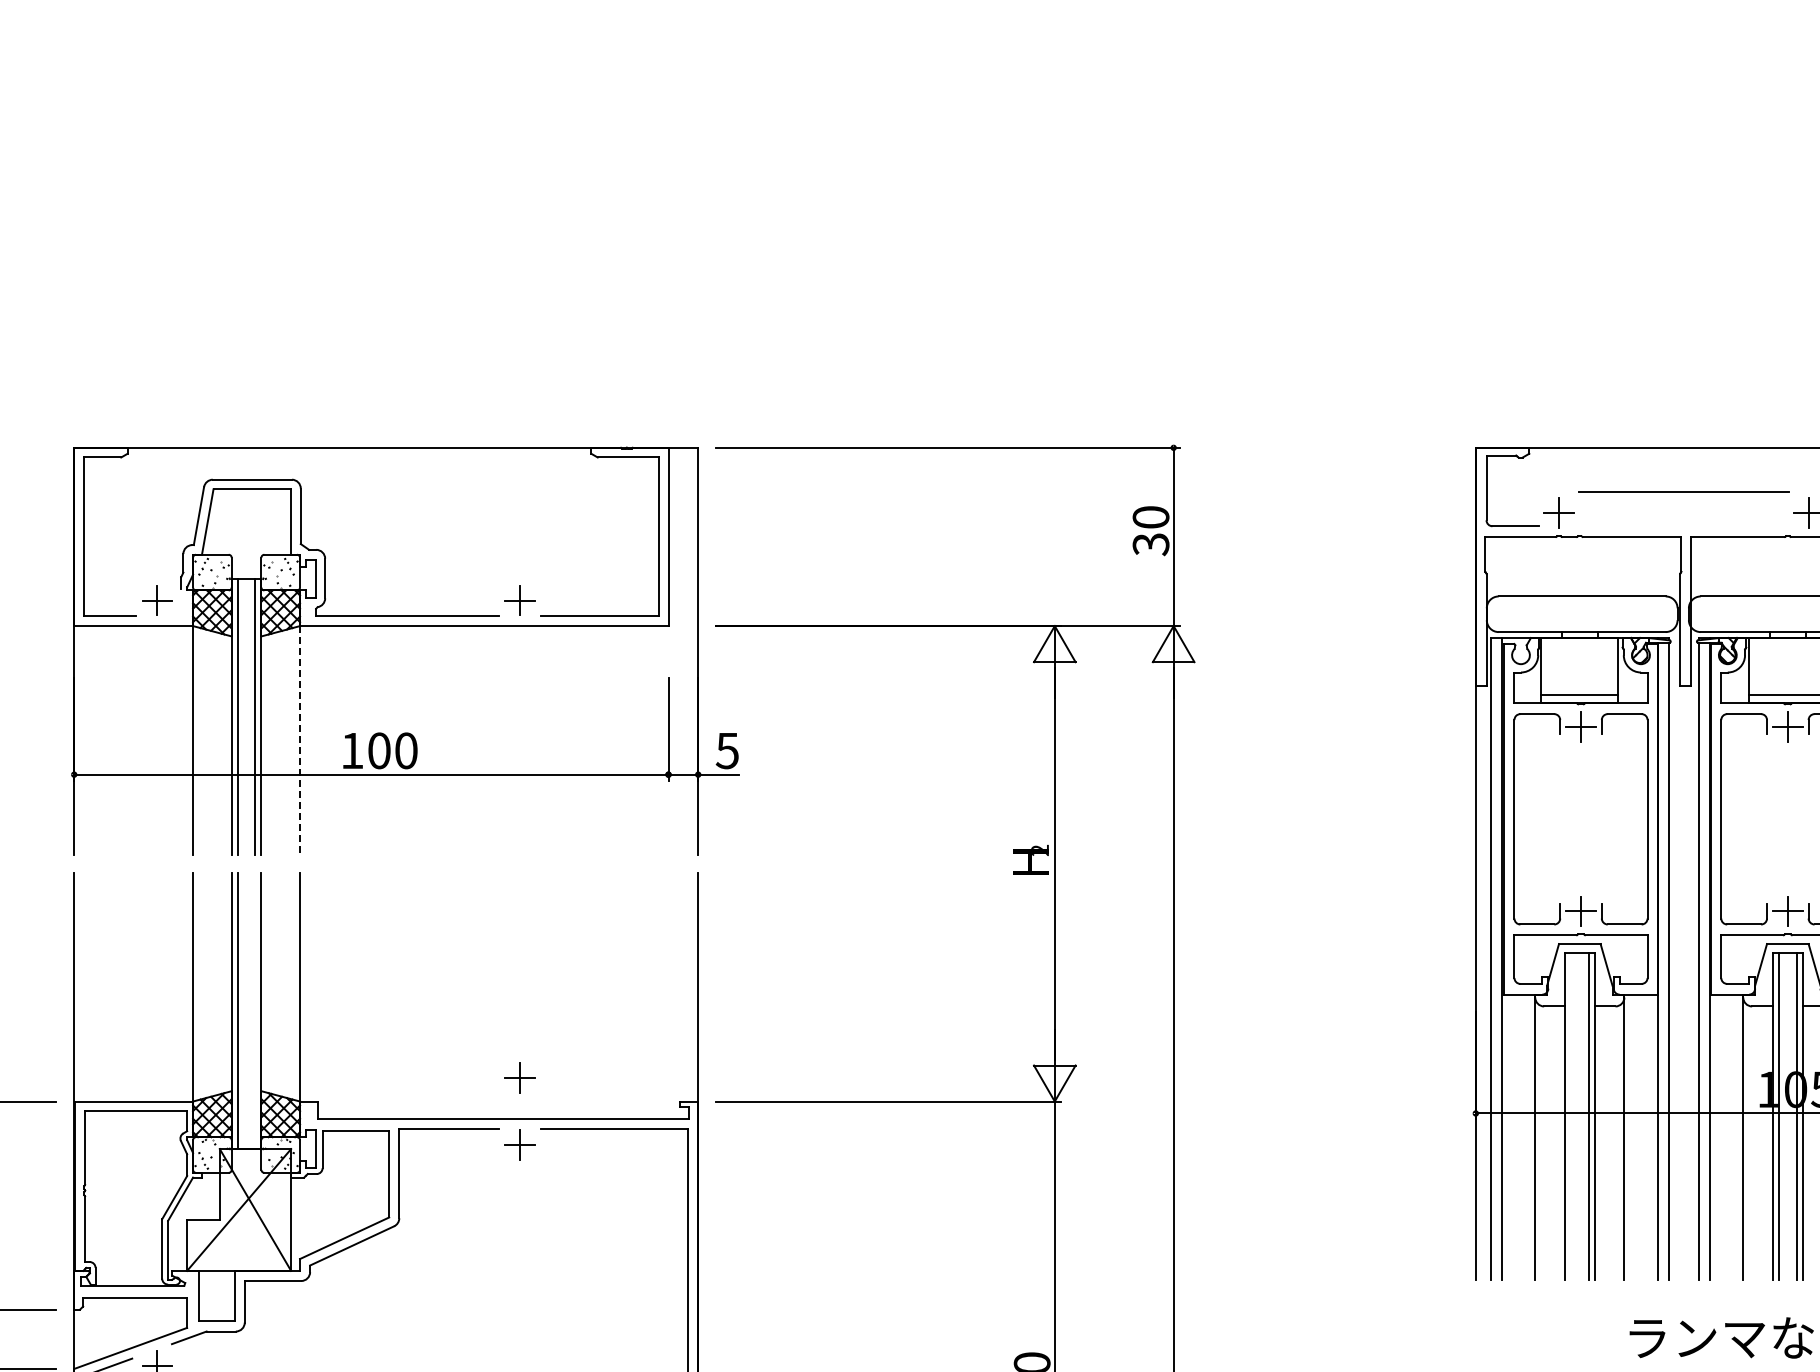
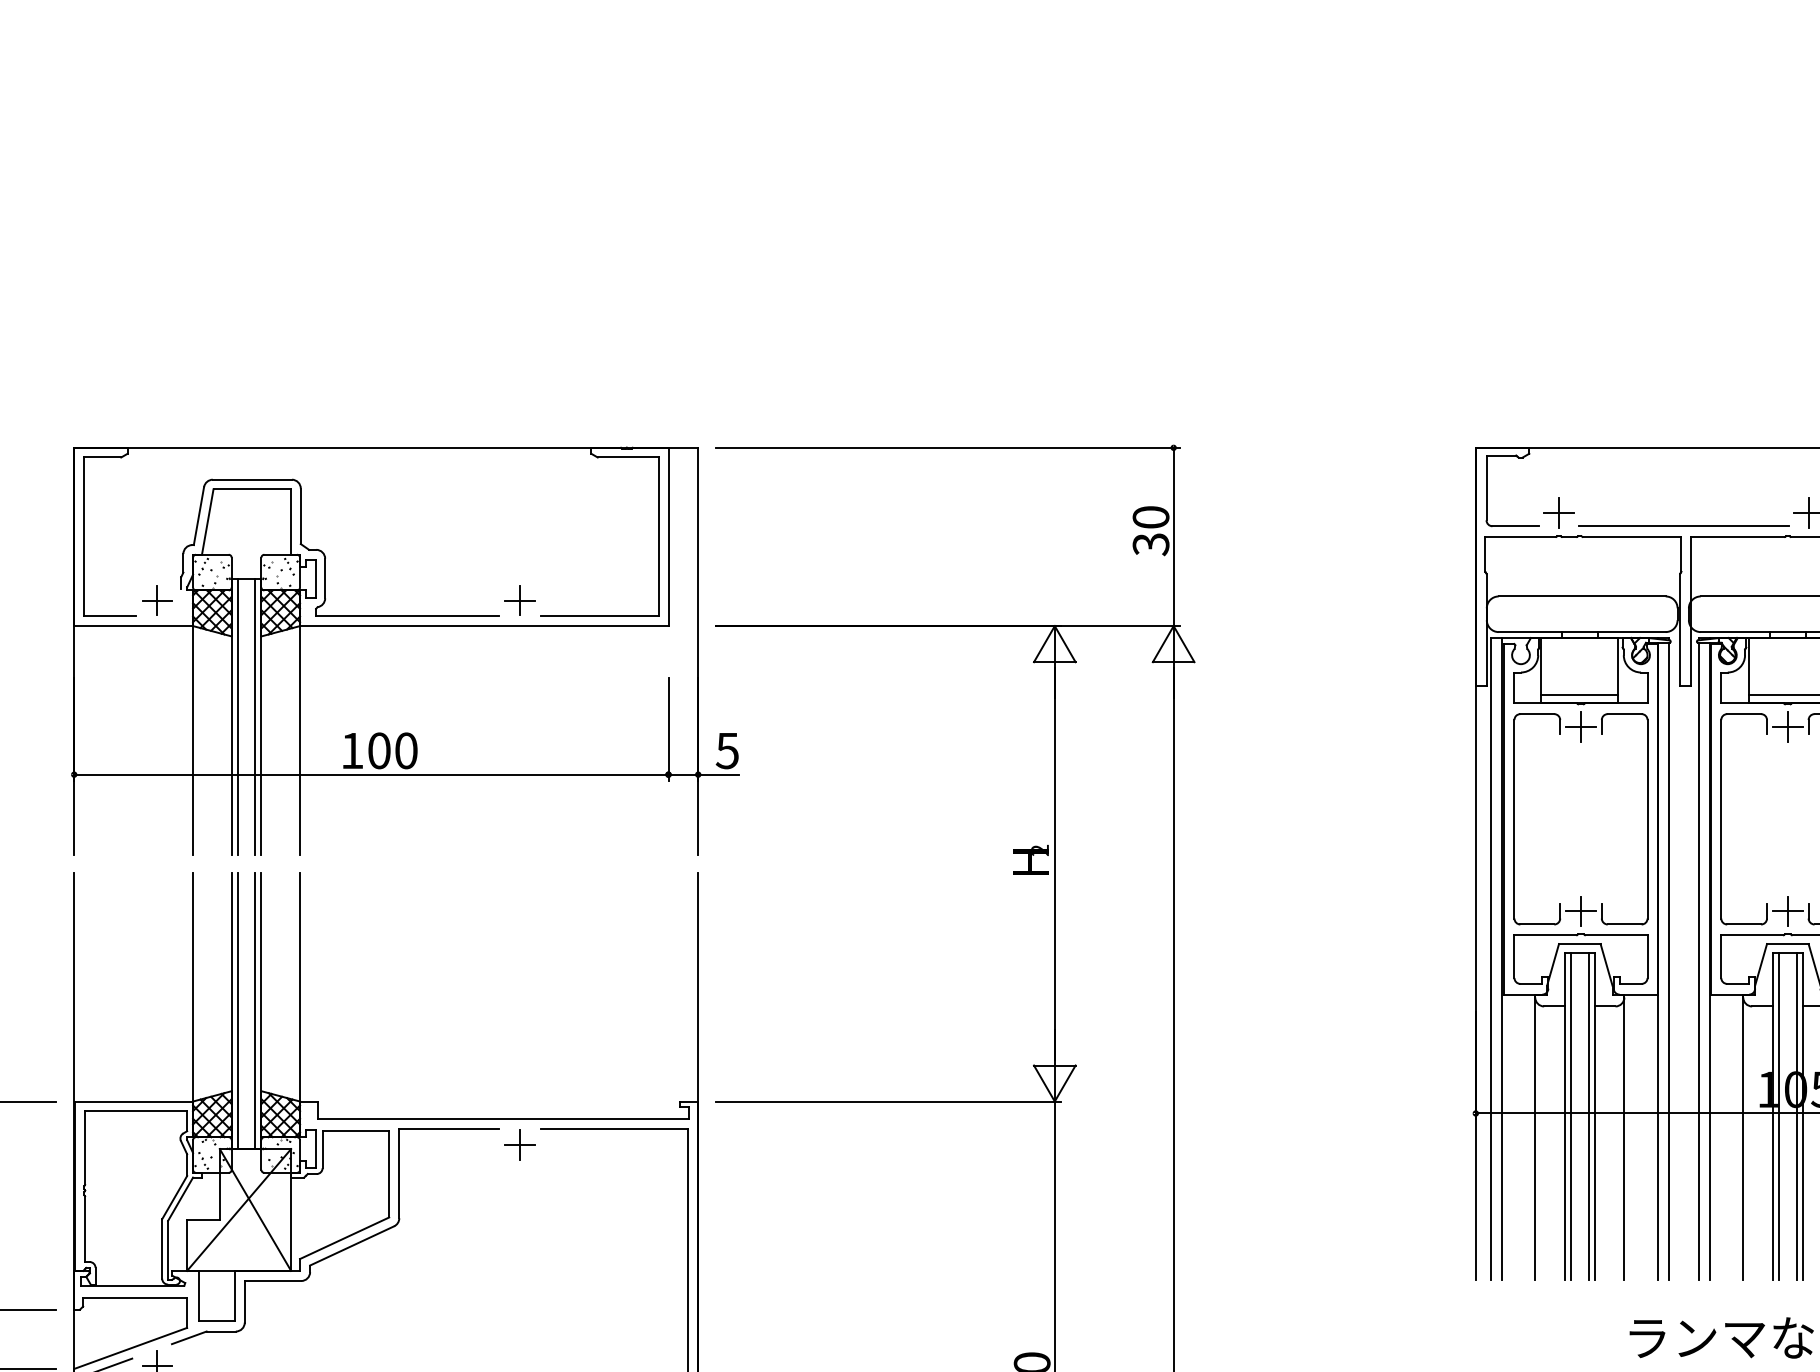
line at (1683, 491) position: (1683, 491) -> (1683, 525)
line at (300, 741): dashed -> solid
line at (255, 1010): none -> present
part at (519, 1077): present -> none
line at (1570, 1115): none -> present
